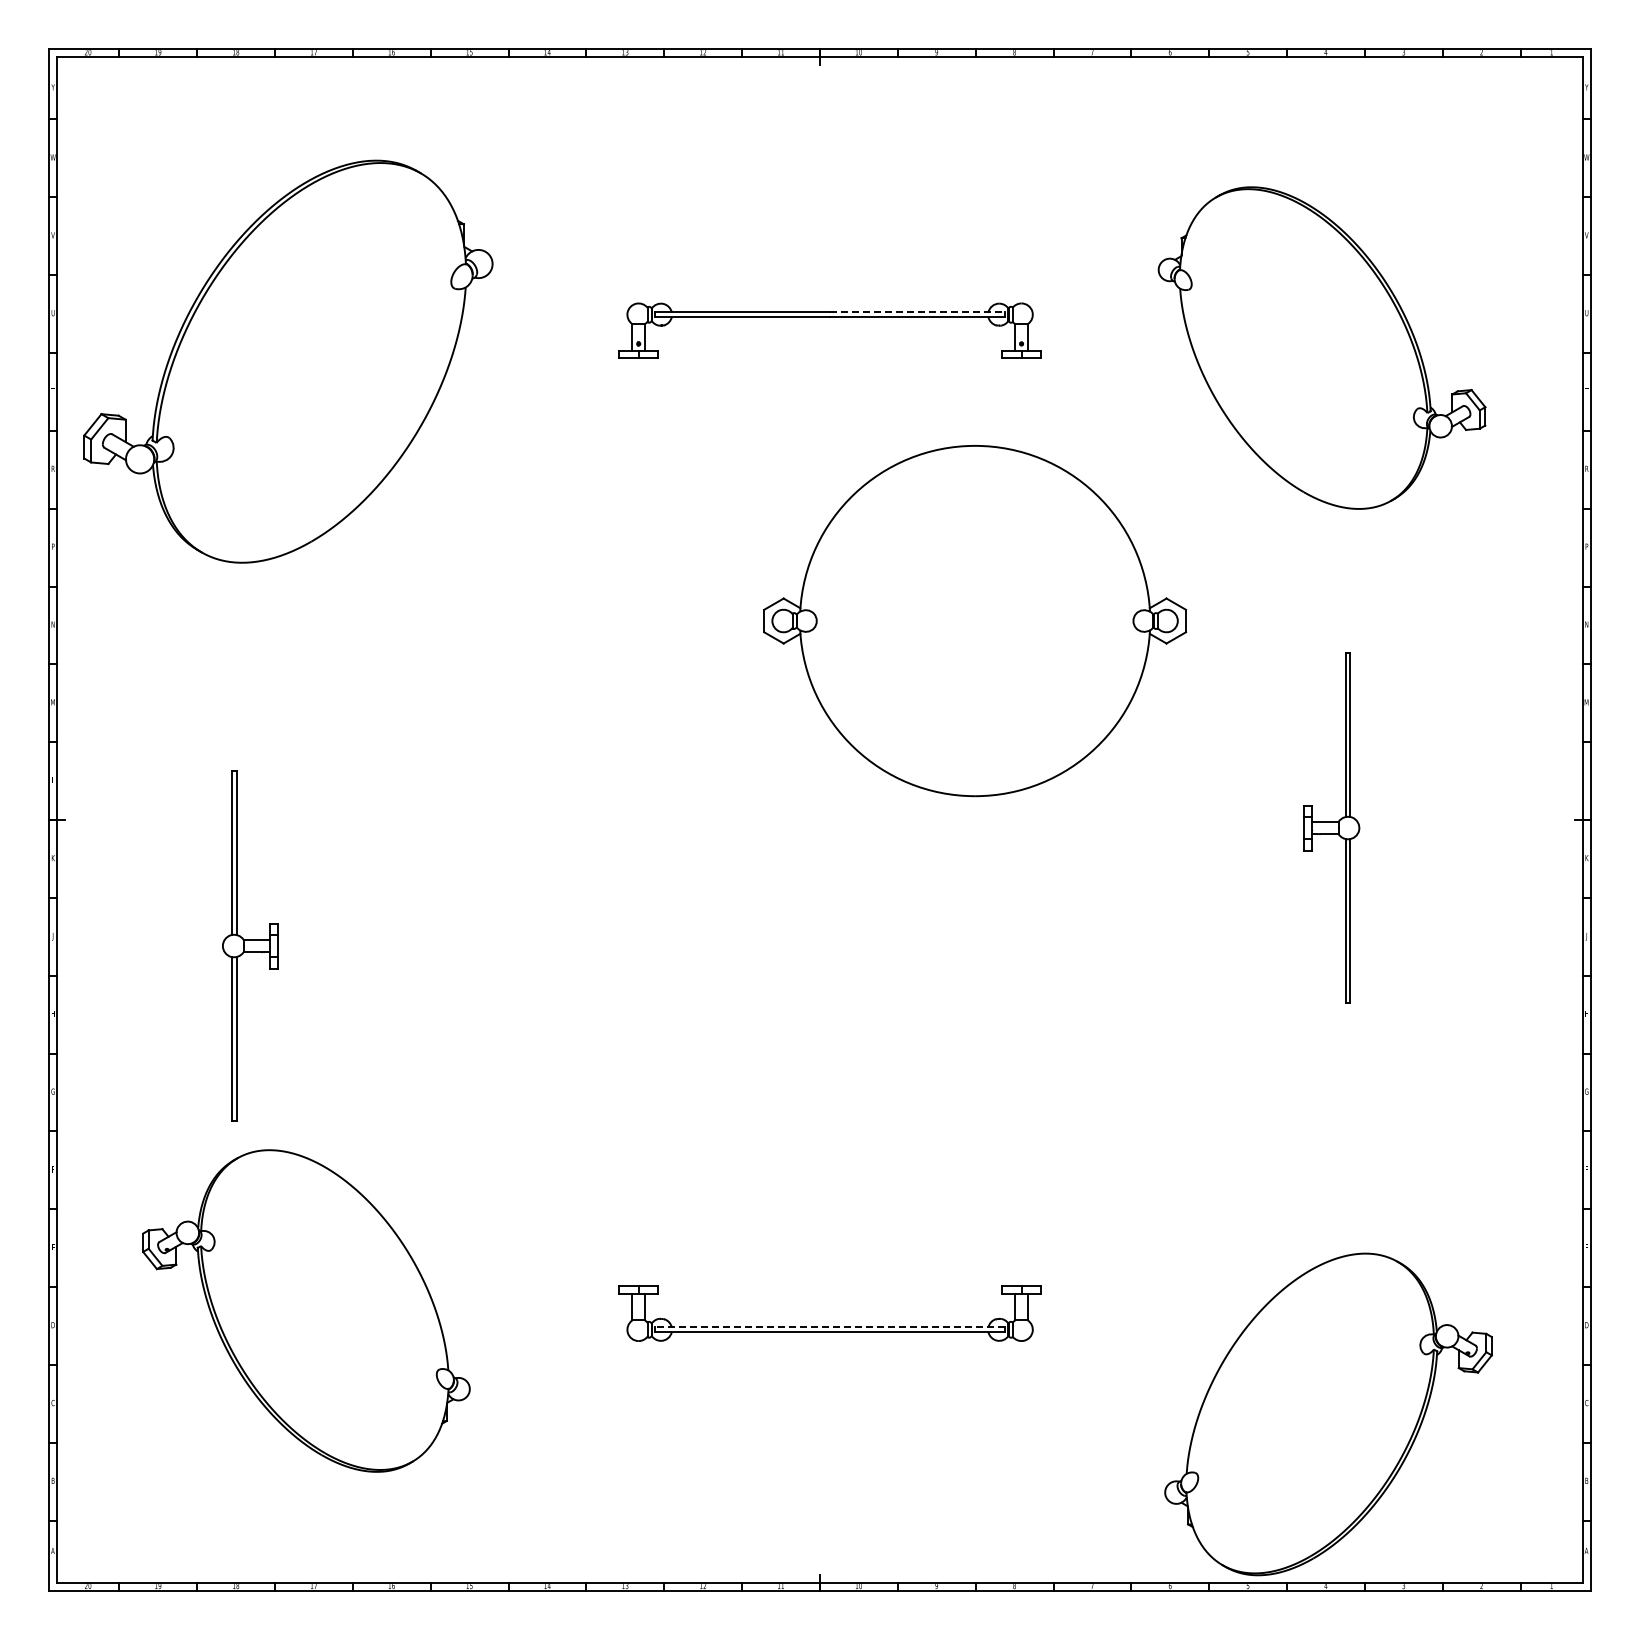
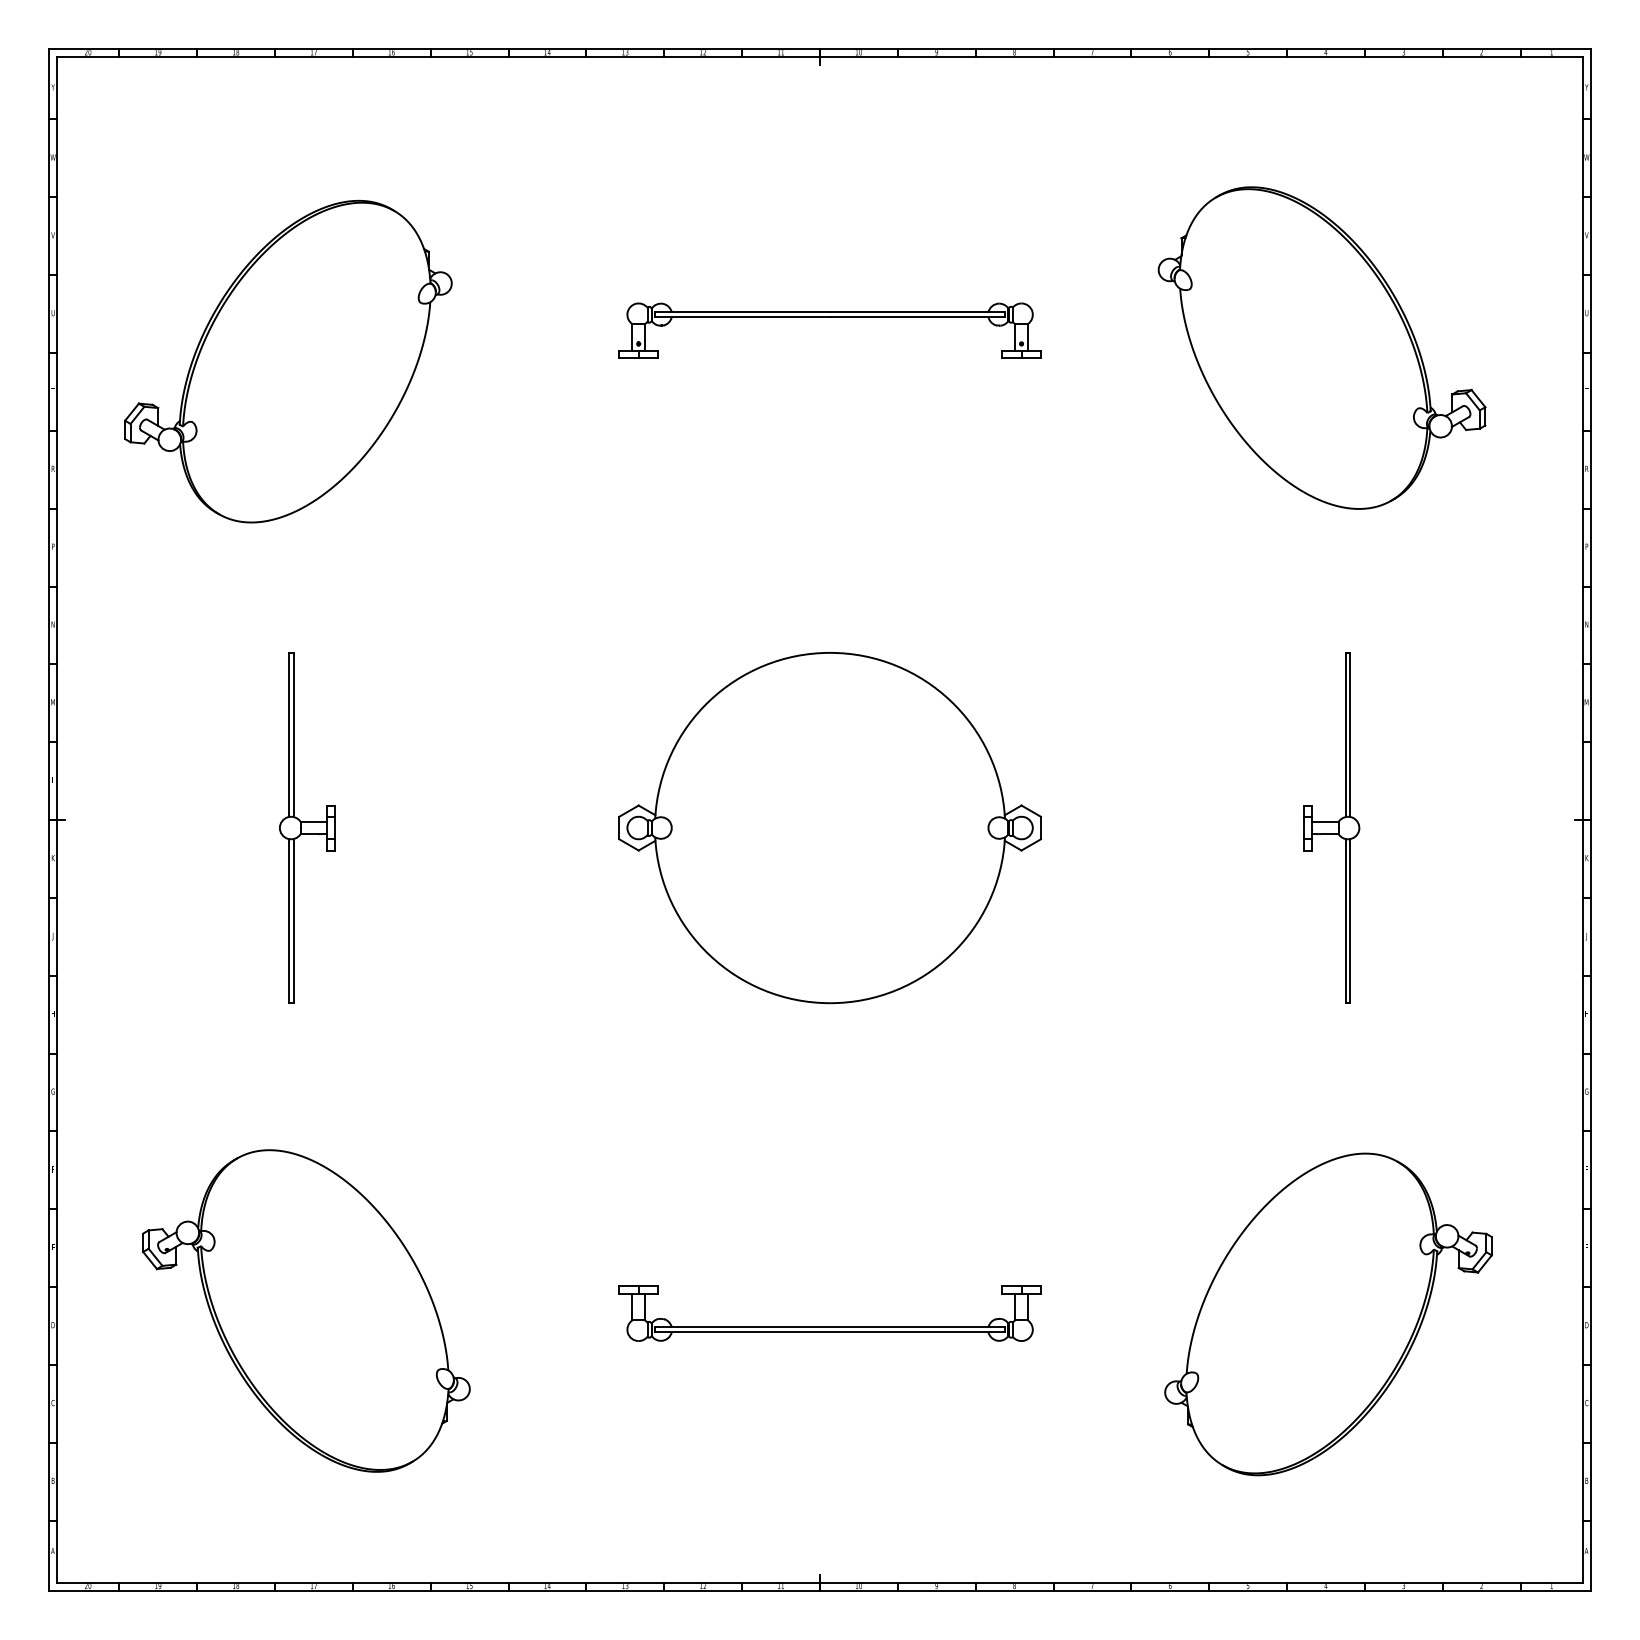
line at (918, 312): dashed -> solid
part at (288, 361) size: 411x405 px -> 329x325 px
part at (975, 621) position: (975, 621) -> (830, 828)
part at (250, 945) position: (250, 945) -> (307, 827)
line at (830, 1327): dashed -> solid
part at (1328, 1414) position: (1328, 1414) -> (1328, 1314)
